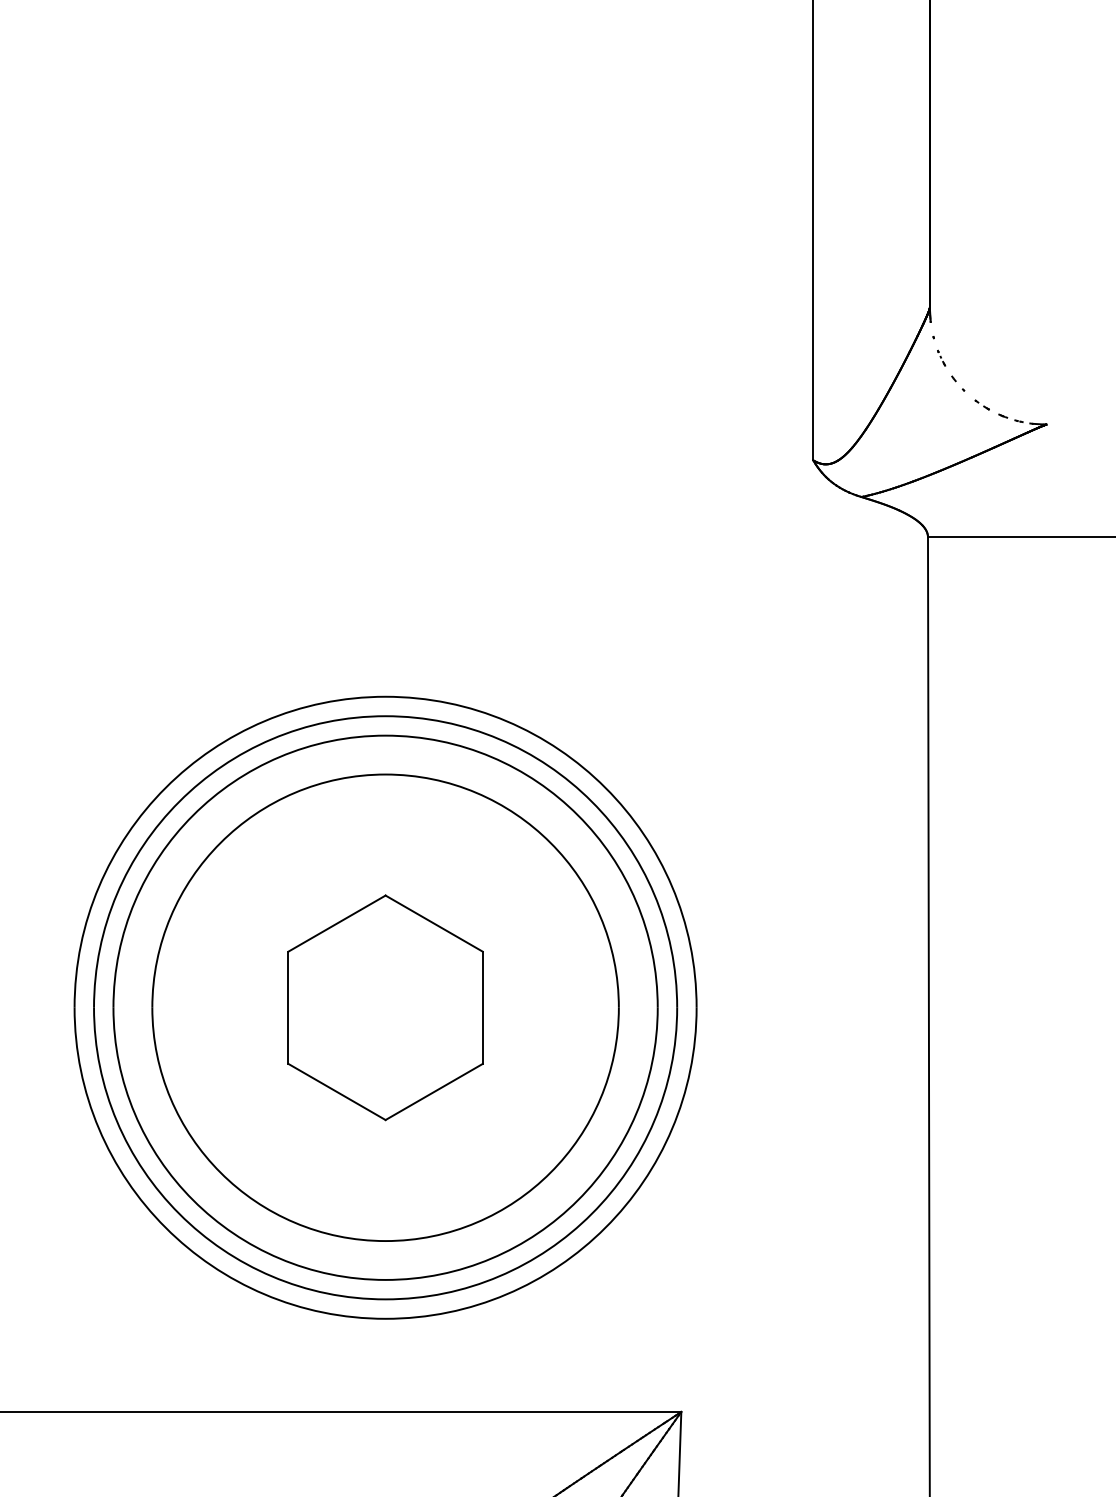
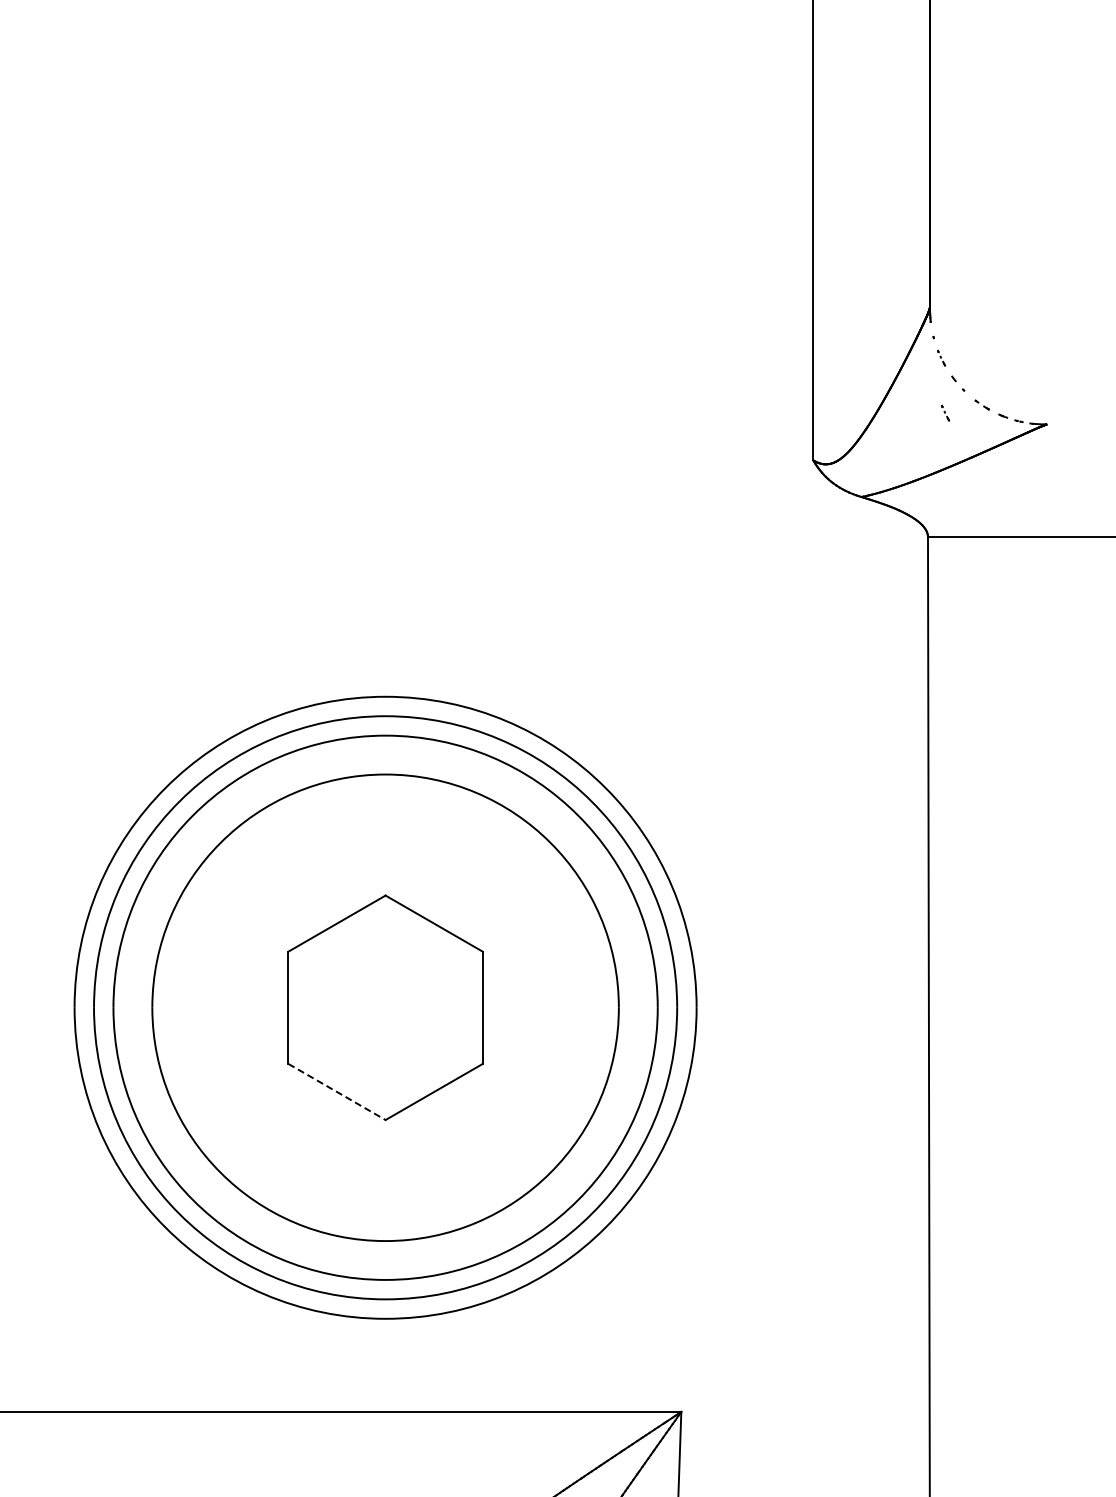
part at (945, 412): none -> present
line at (337, 1092): solid -> dashed
